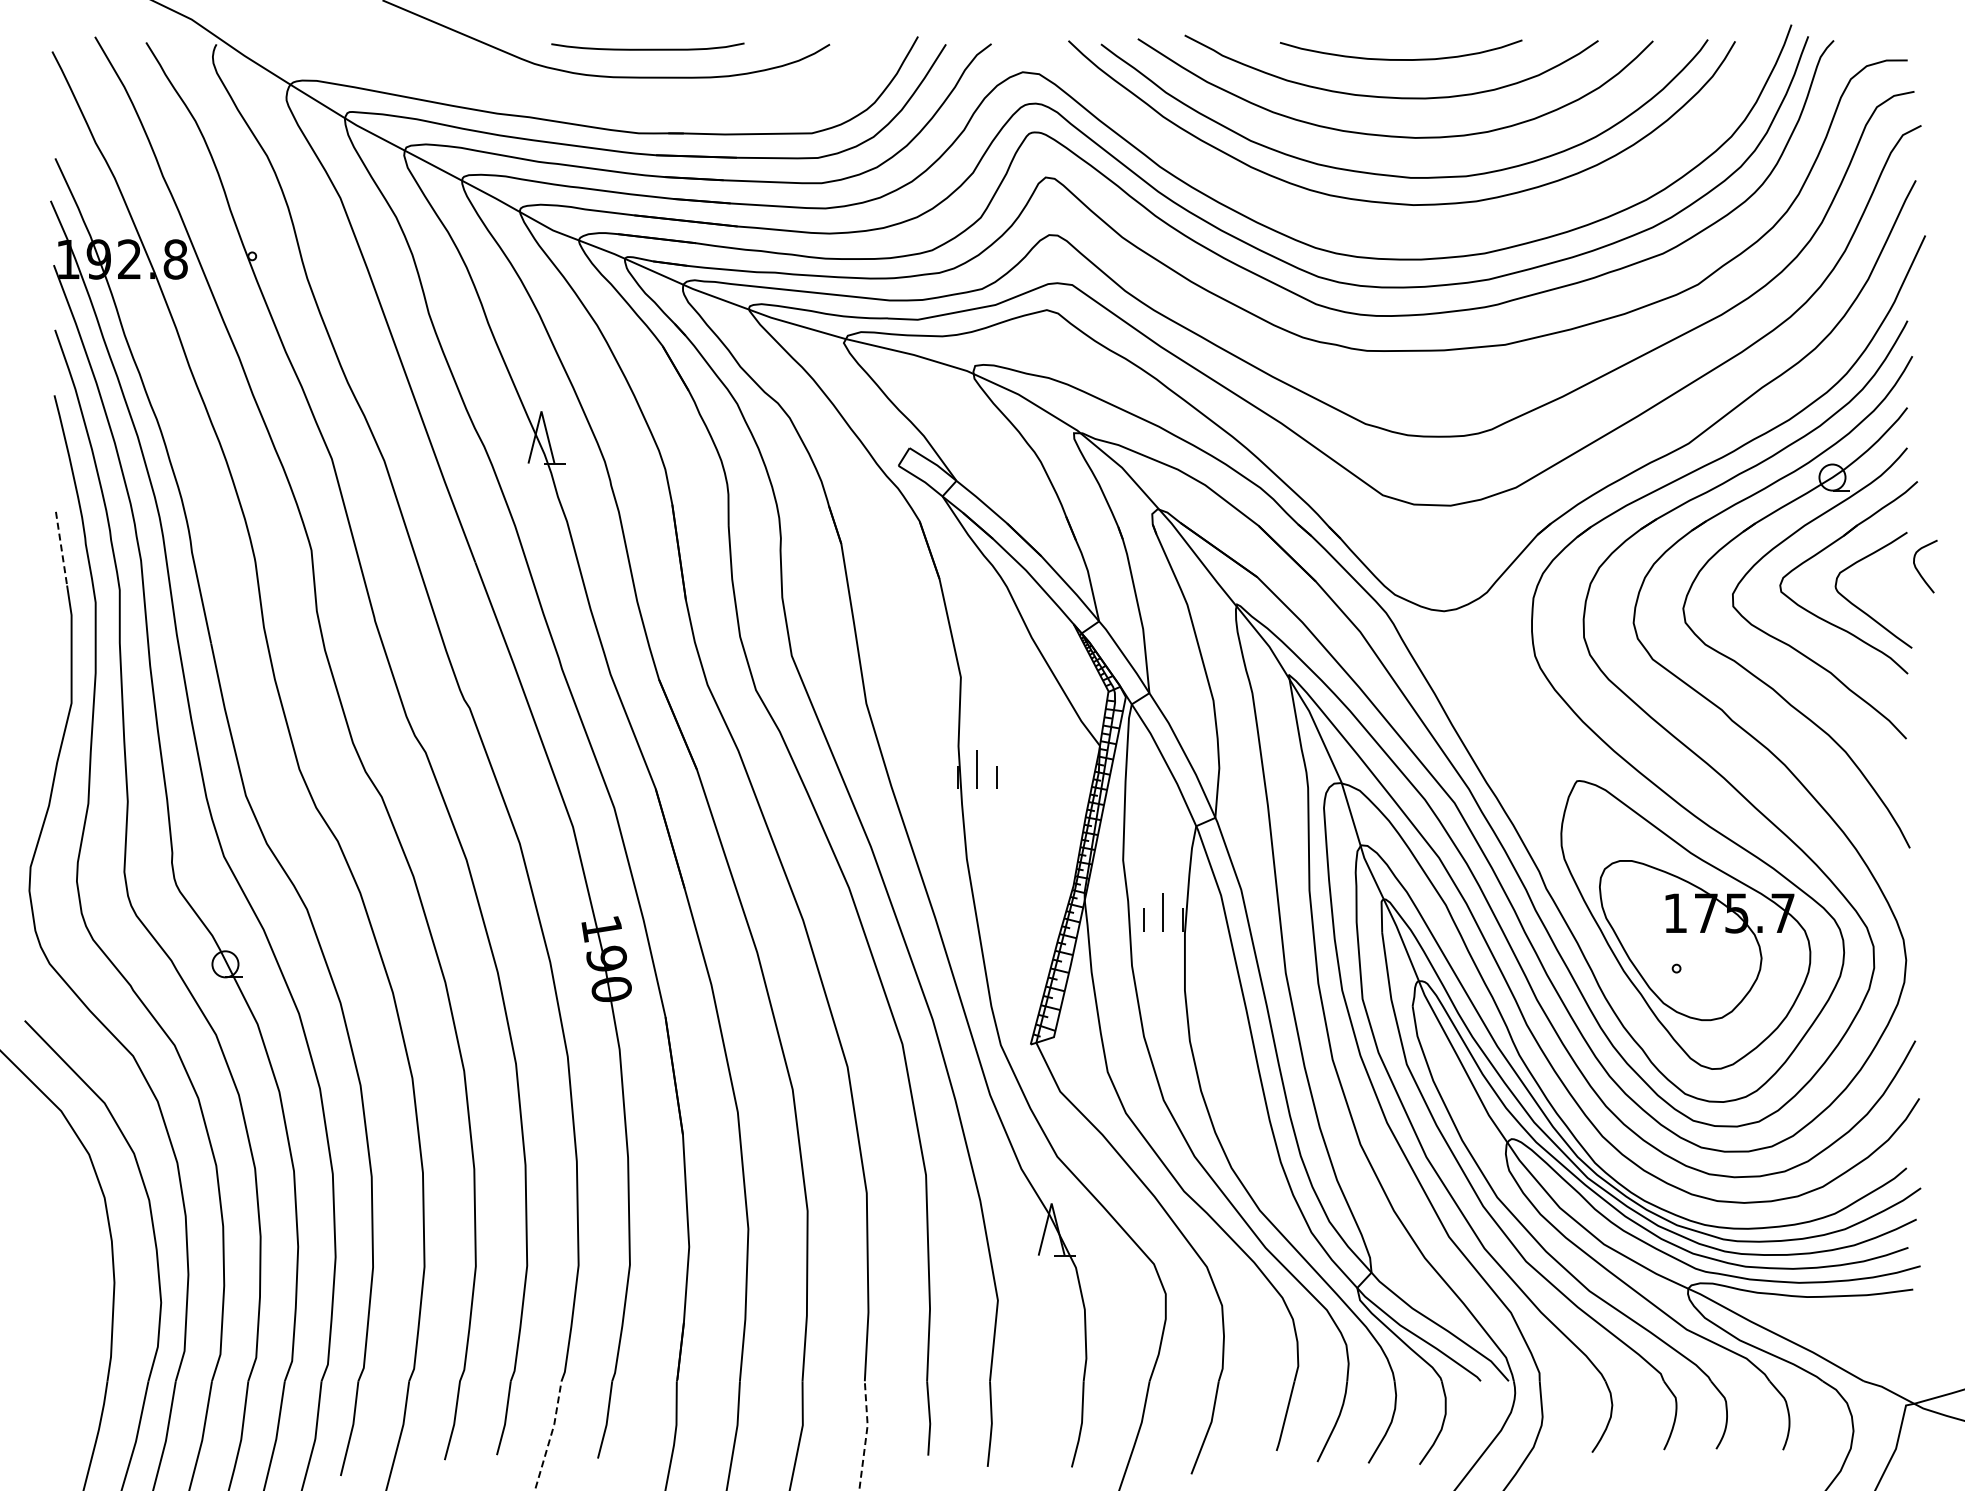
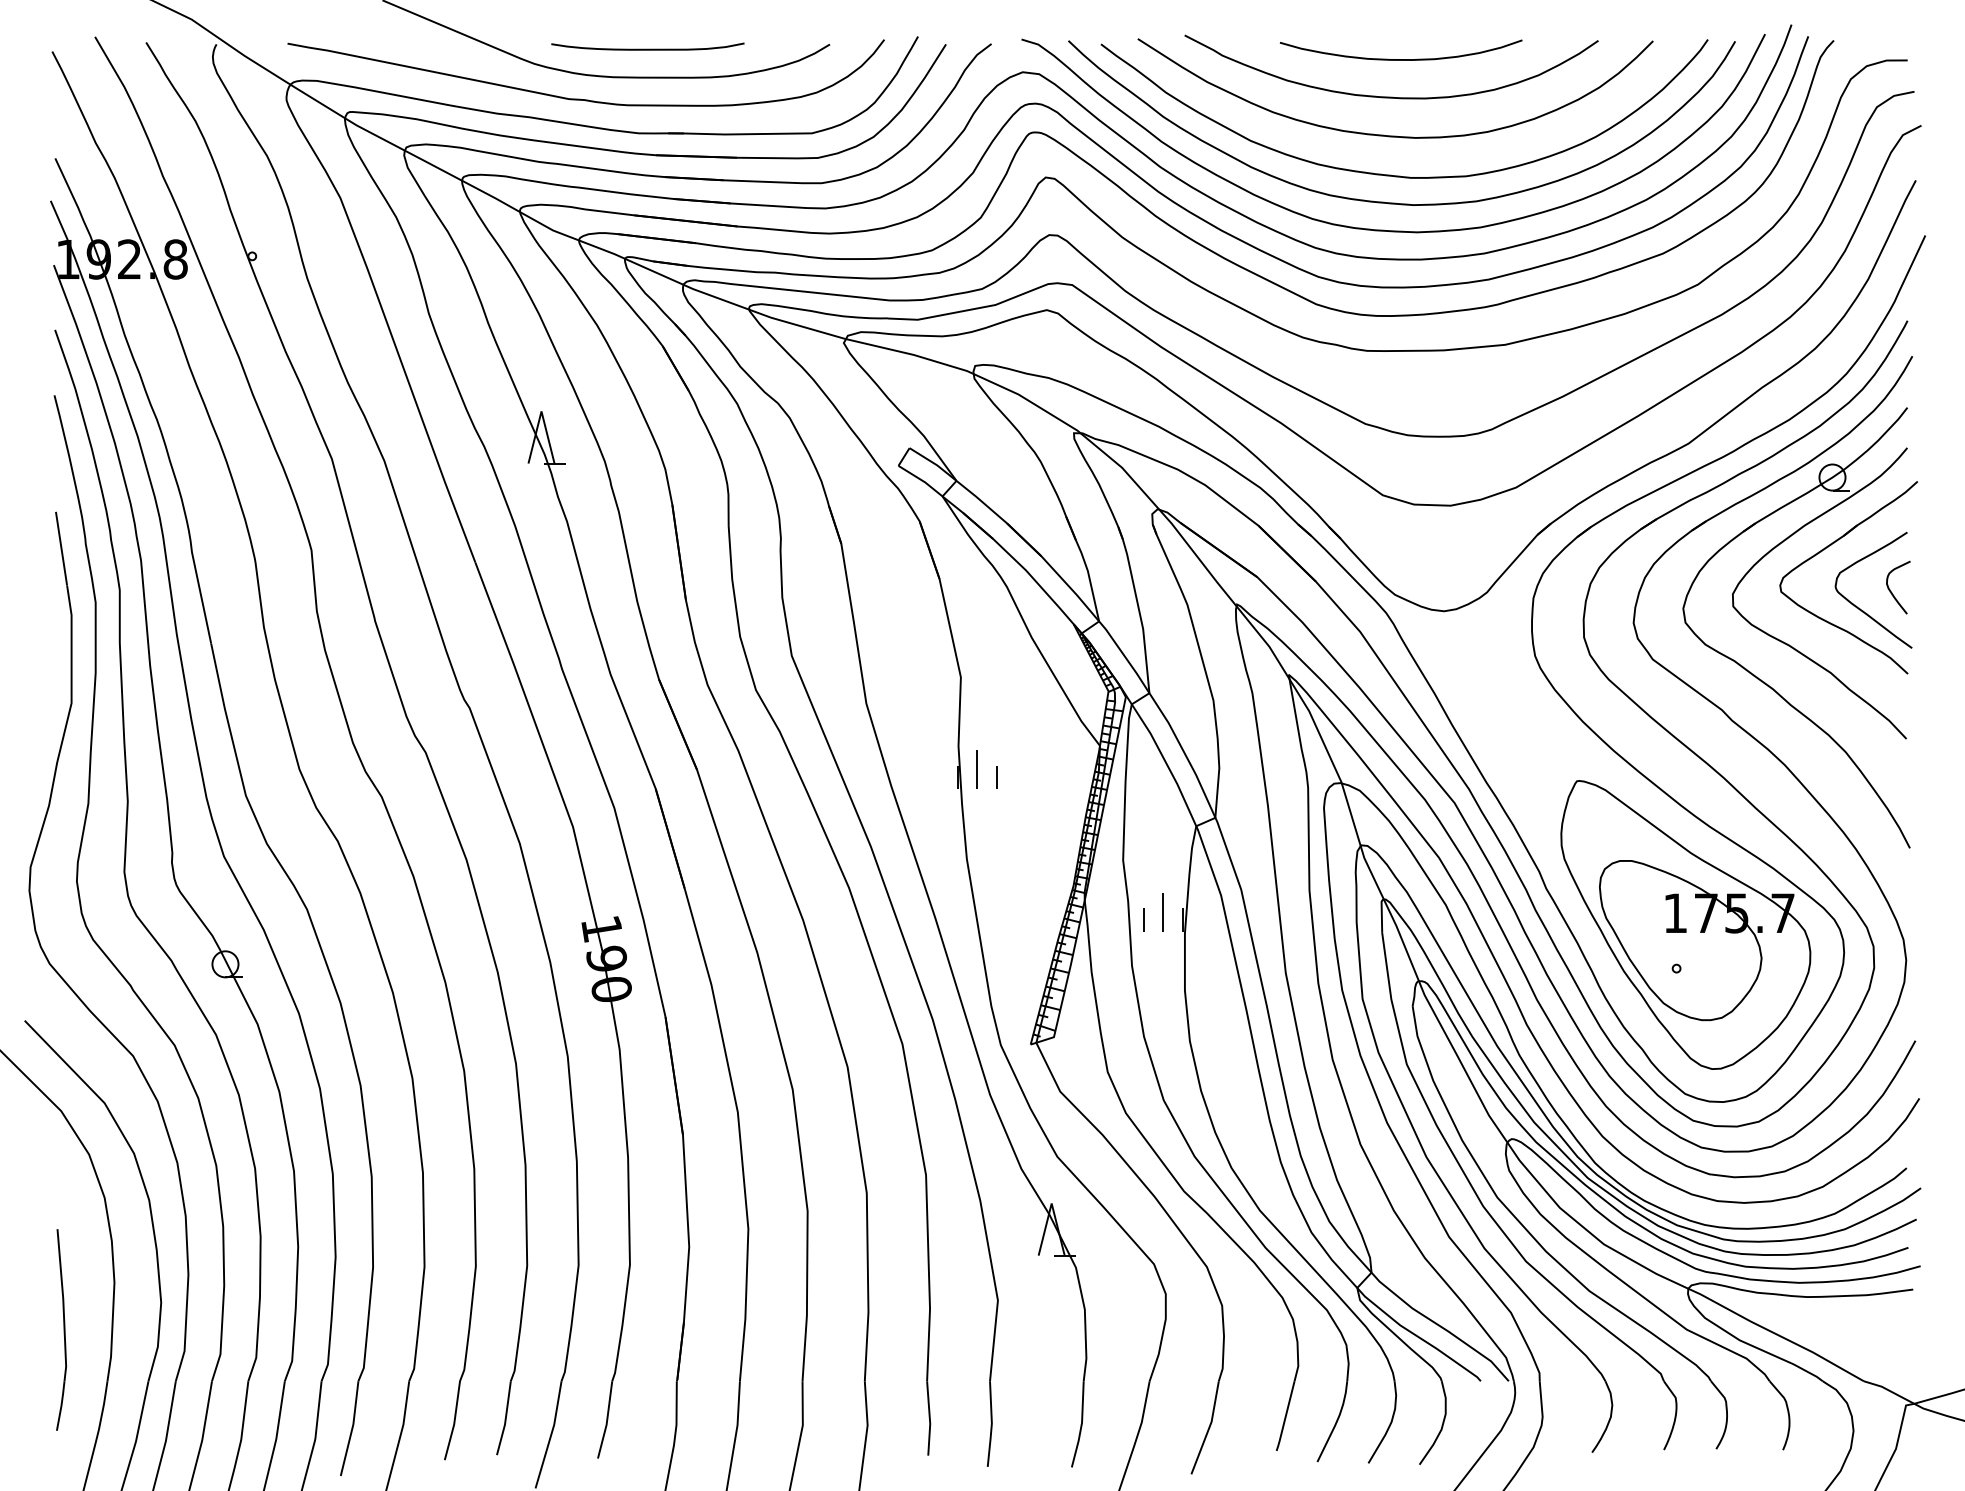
curve at (580, 98): none -> present
curve at (1384, 229): none -> present
line at (61, 549): dashed -> solid
curve at (1919, 571) position: (1919, 571) -> (1892, 592)
part at (61, 1329): none -> present
line at (551, 1434): dashed -> solid
line at (866, 1435): dashed -> solid
